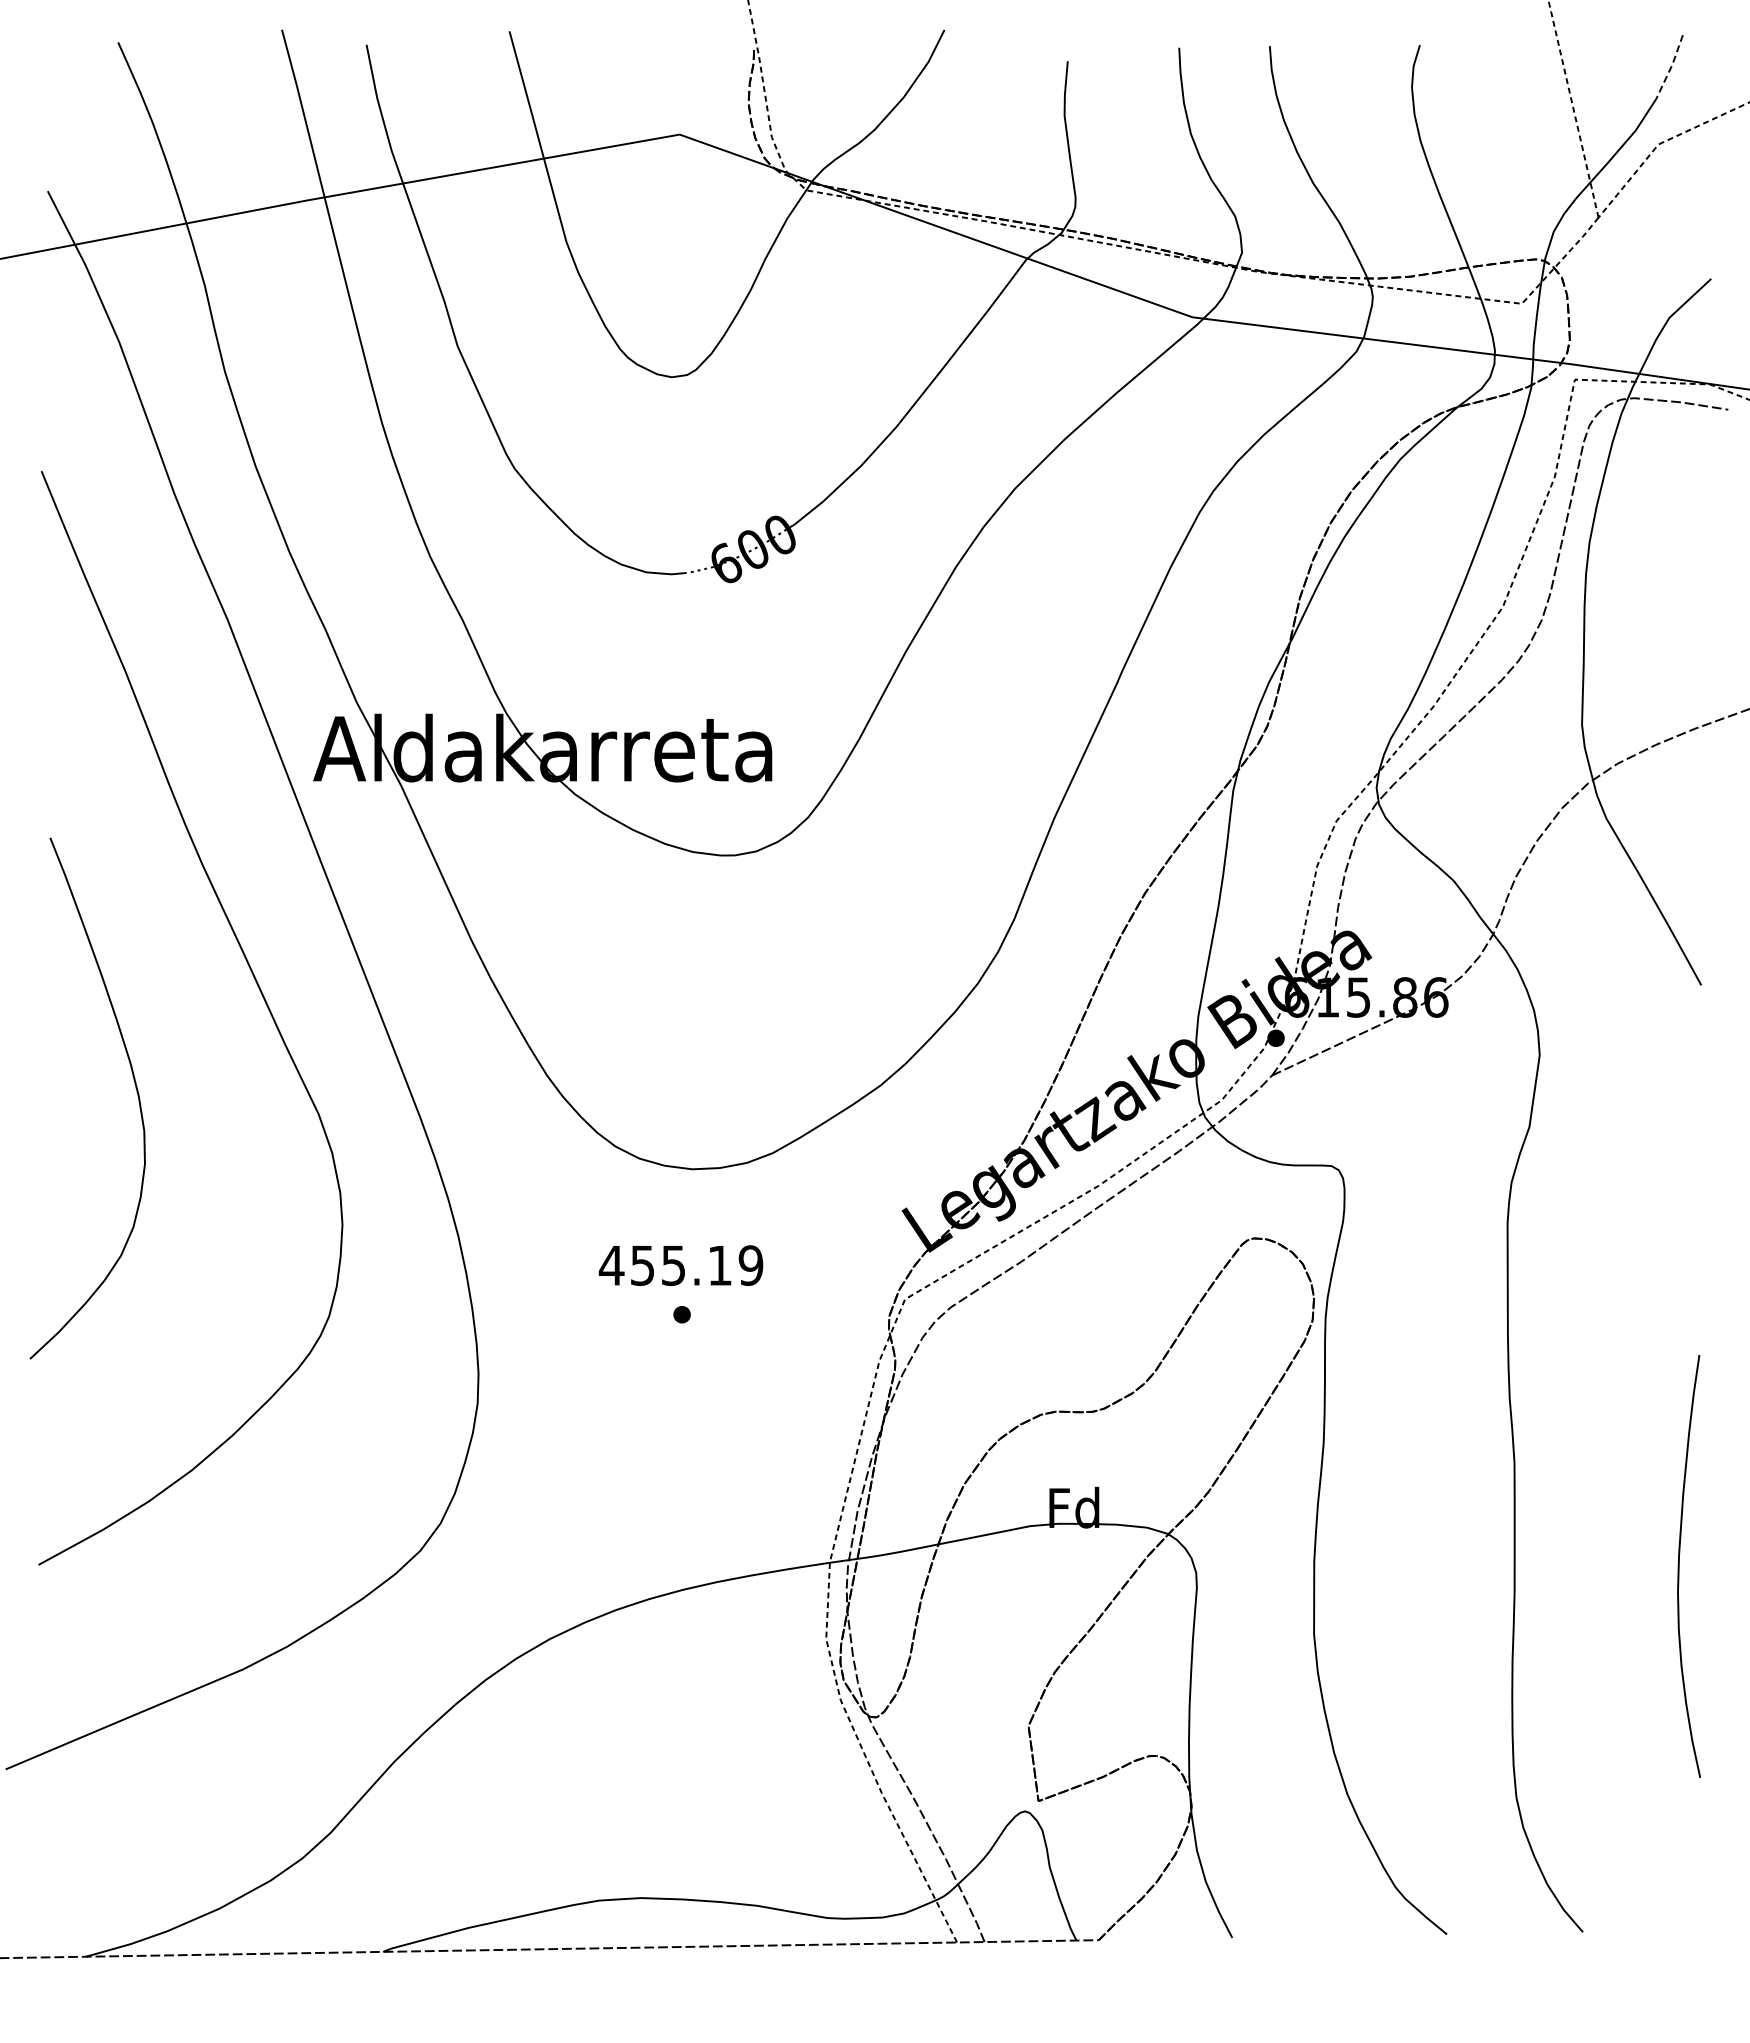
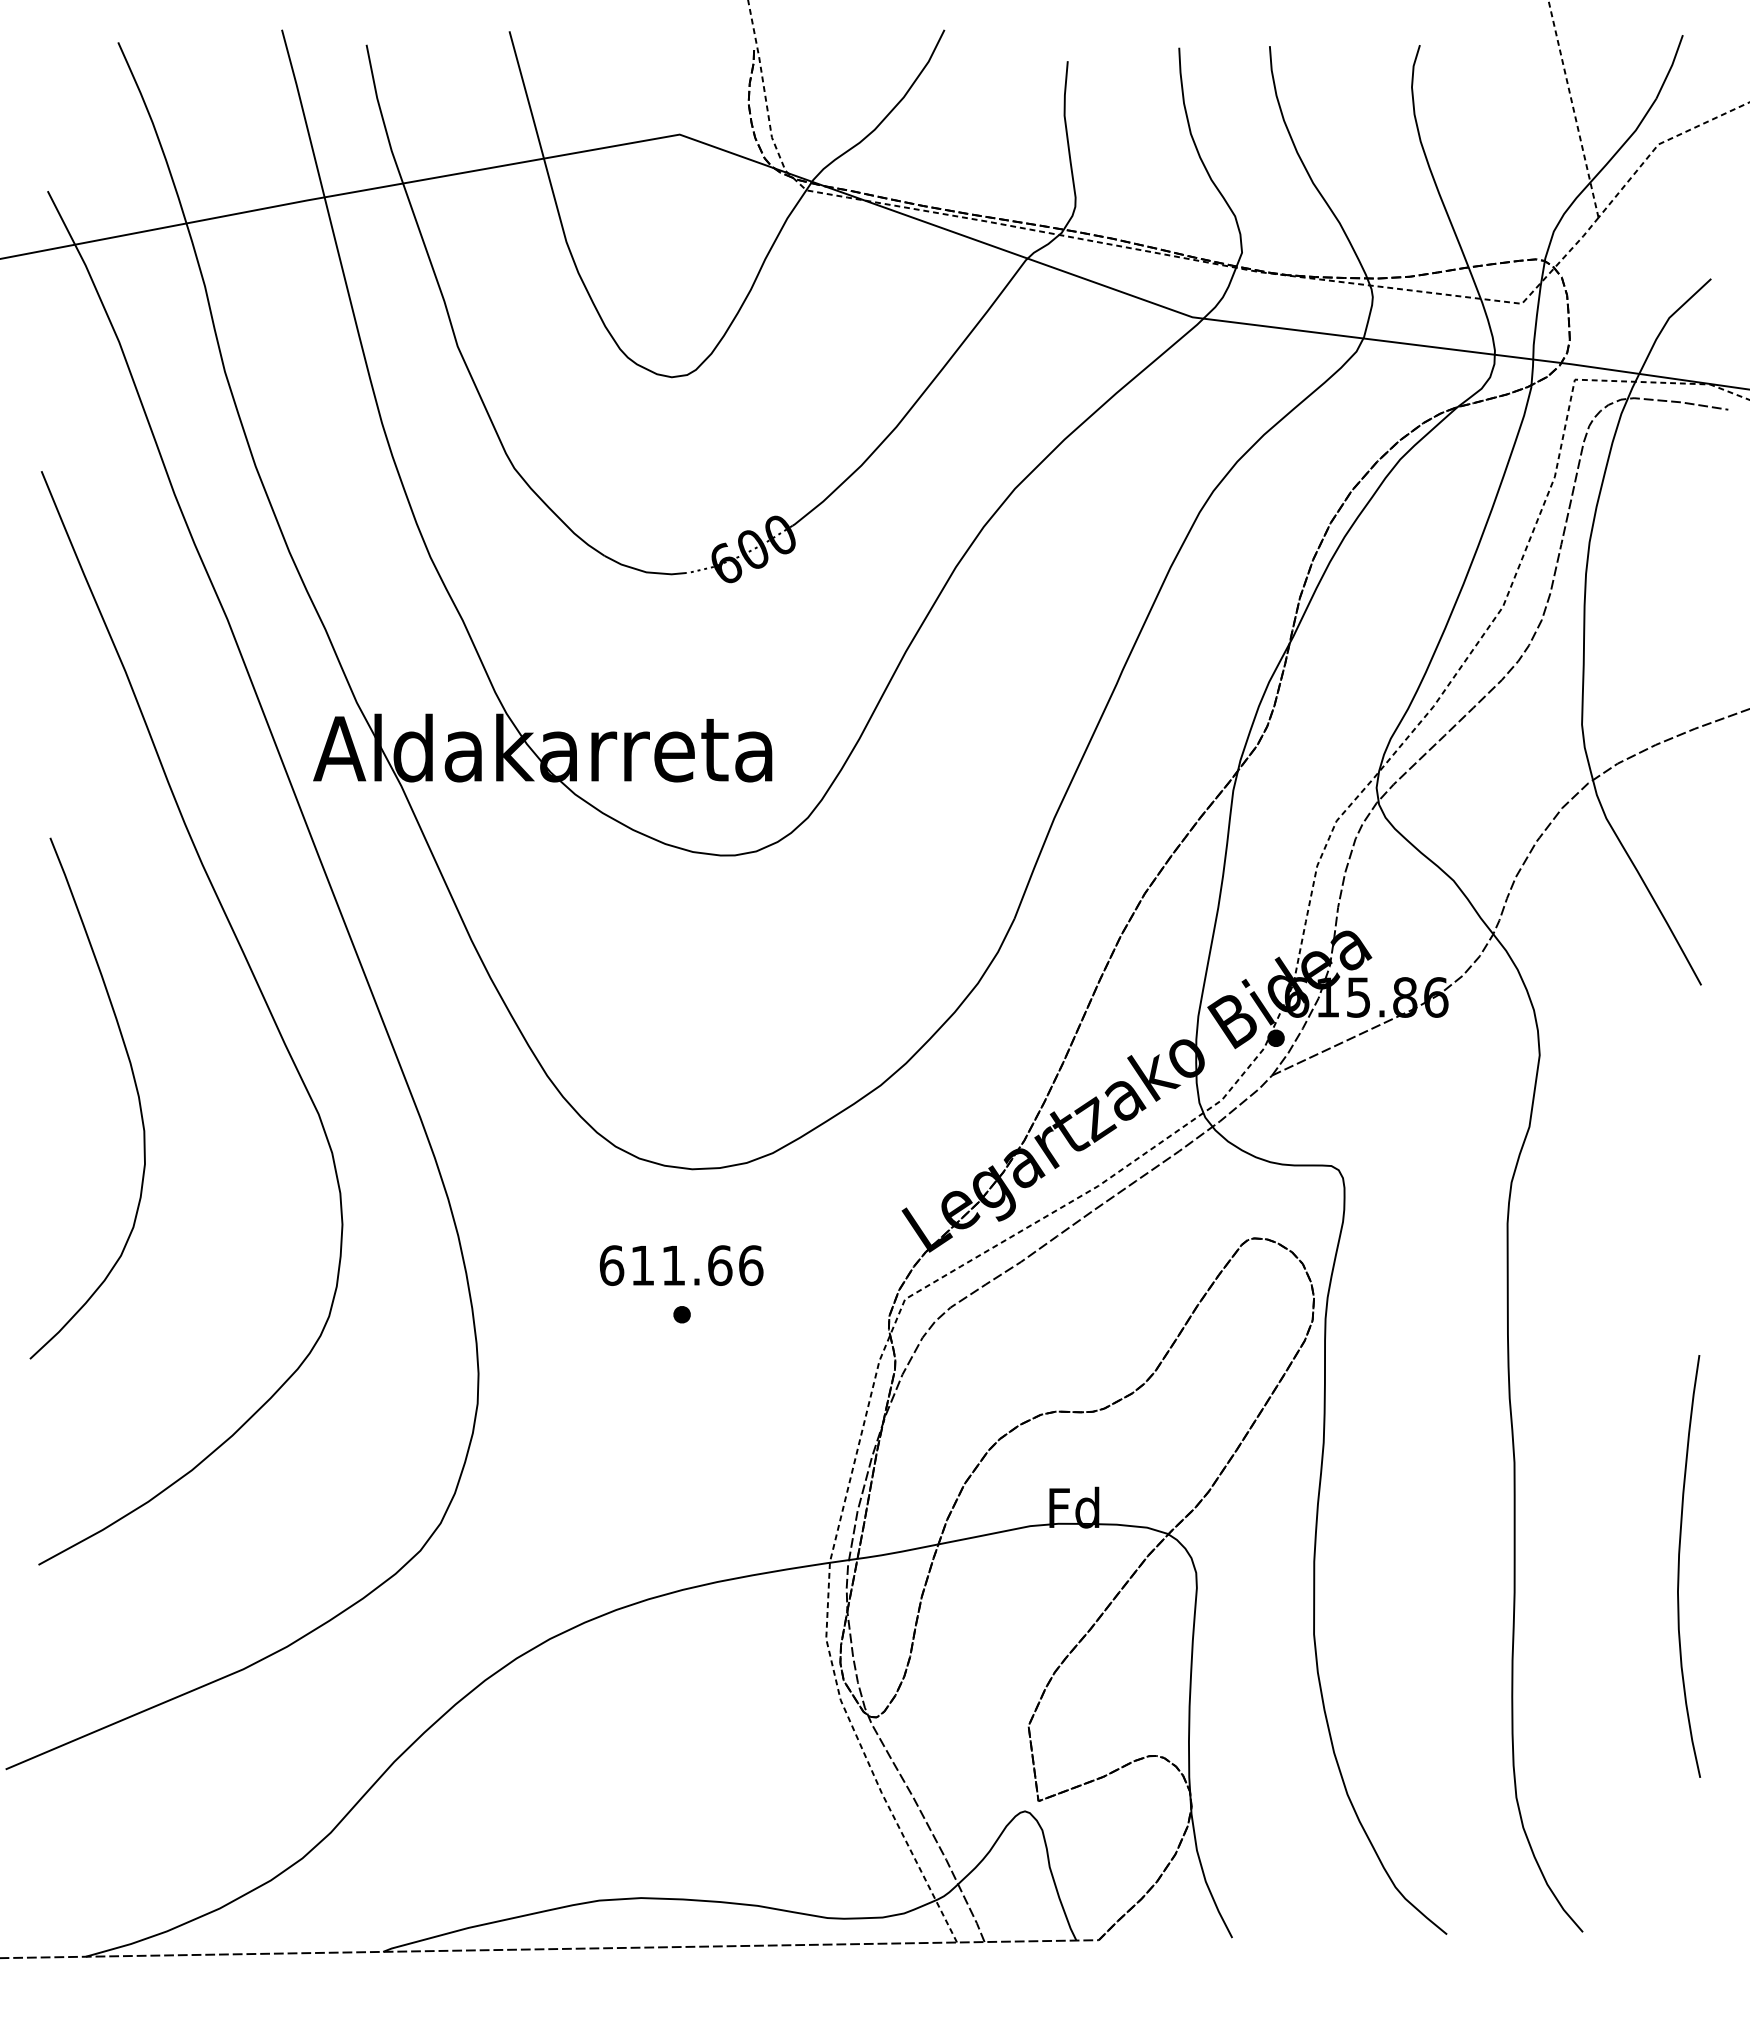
line at (1671, 67): dashed -> solid
text at (680, 1265): 455.19 -> 611.66
